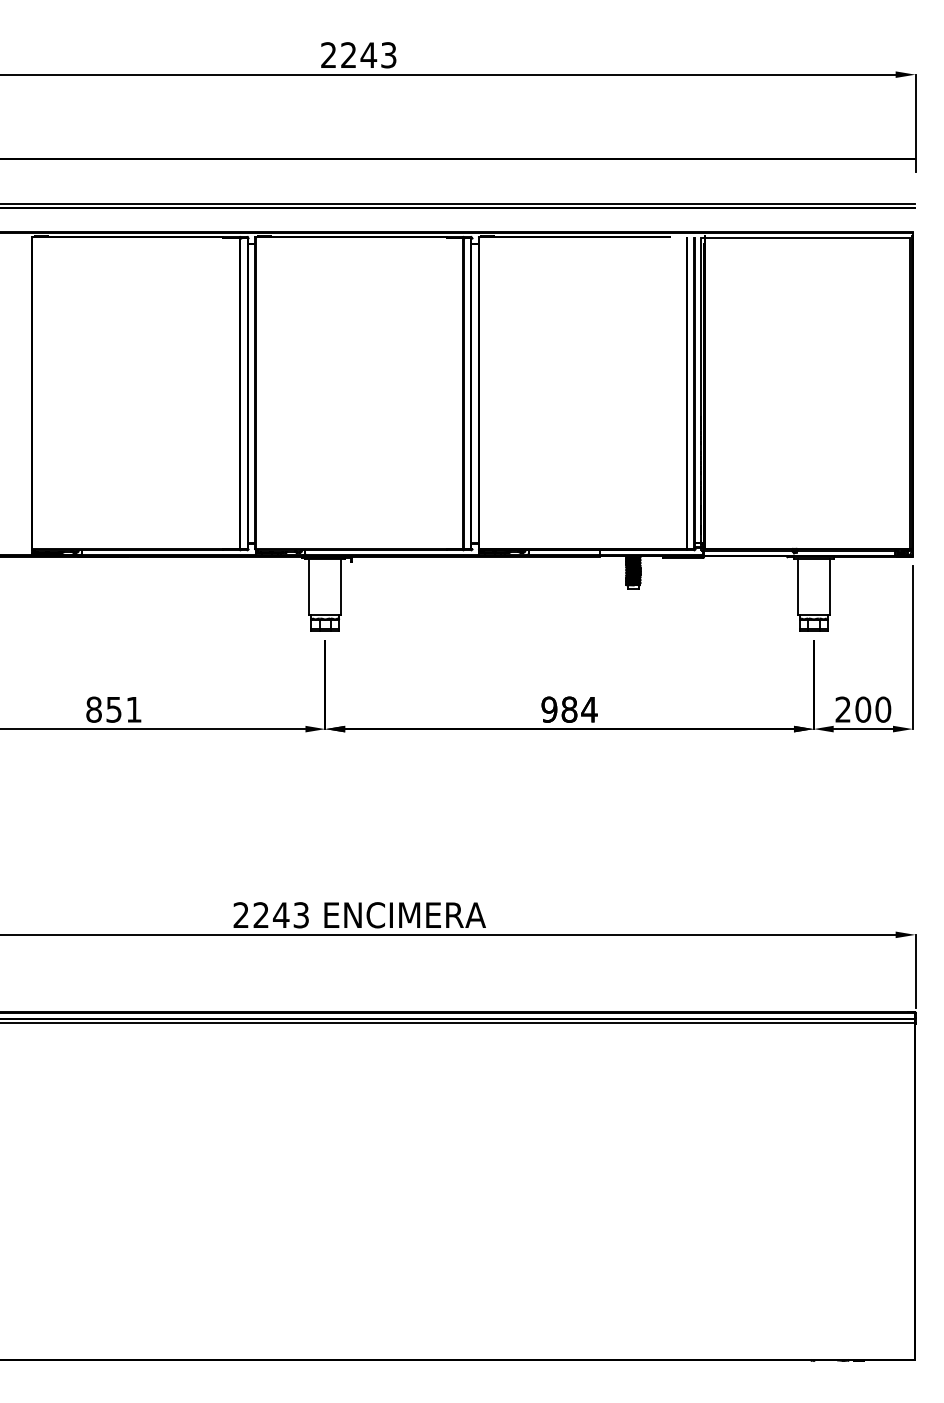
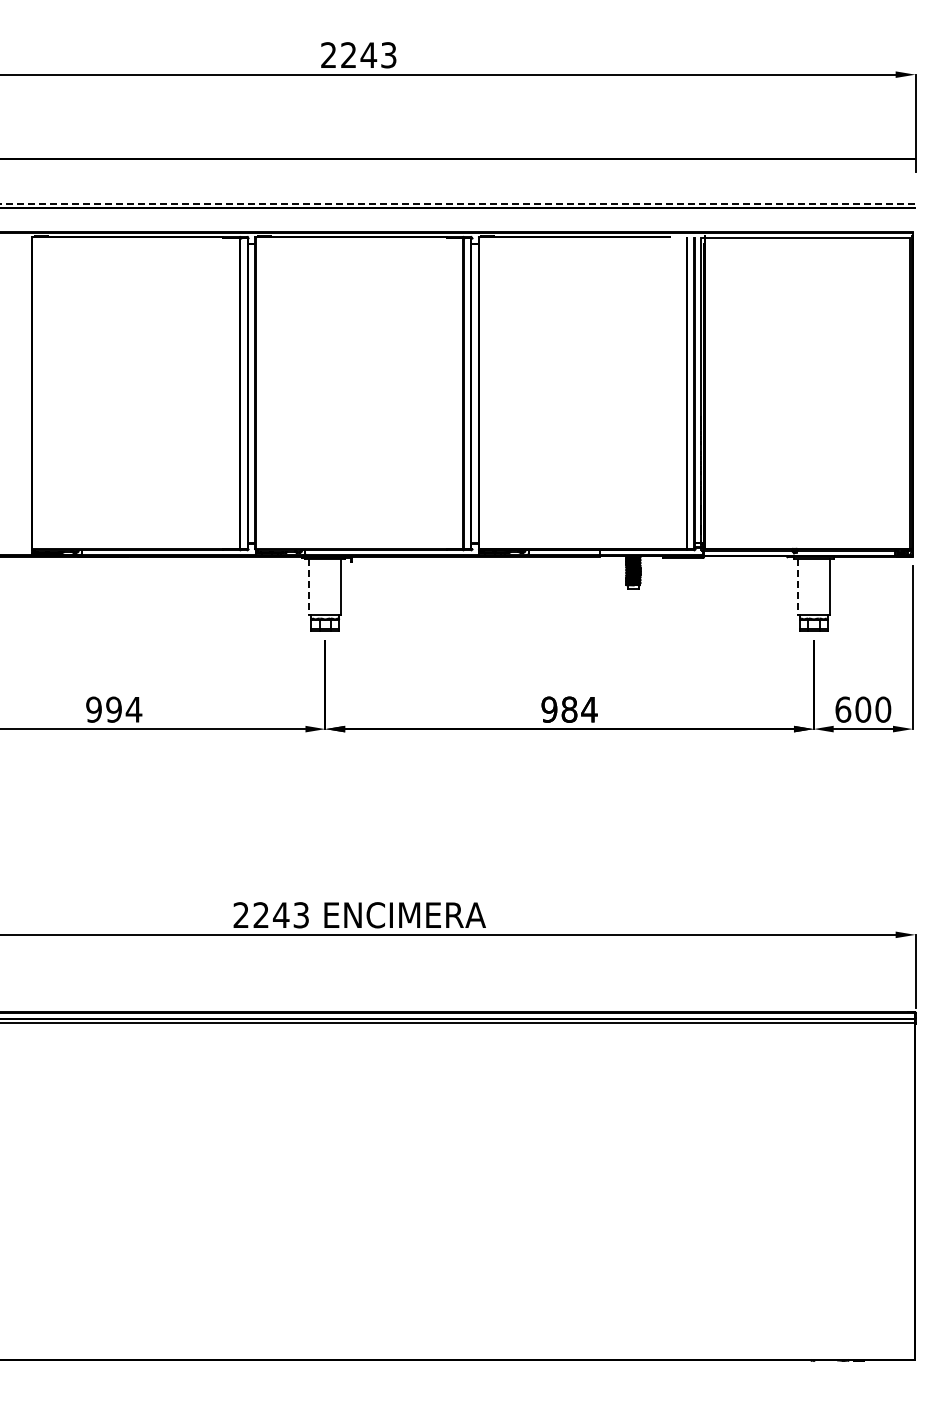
line at (457, 203): solid -> dashed
line at (309, 587): solid -> dashed
line at (797, 587): solid -> dashed
text at (114, 709): 851 -> 994
text at (843, 709): 200 -> 600
